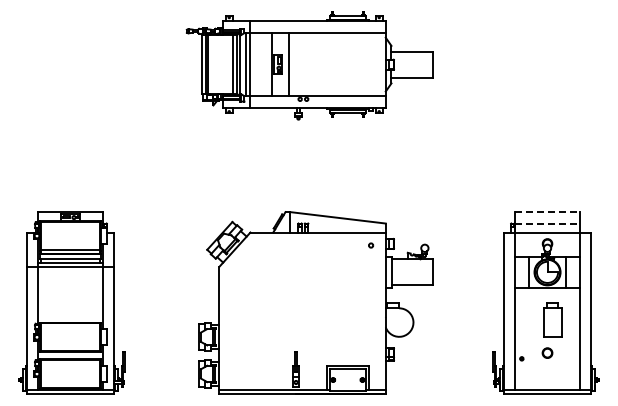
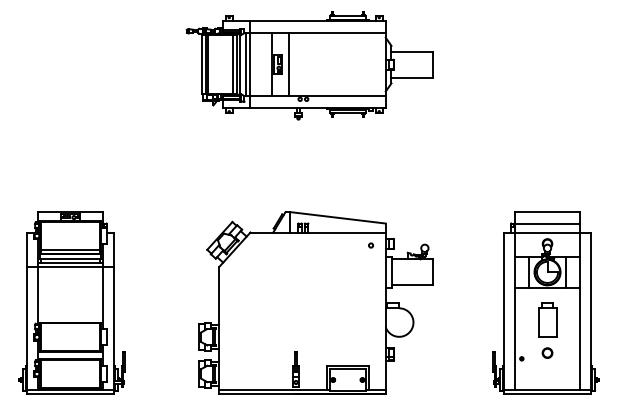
line at (548, 212): dashed -> solid
line at (548, 223): dashed -> solid
part at (552, 319) position: (552, 319) -> (547, 319)
